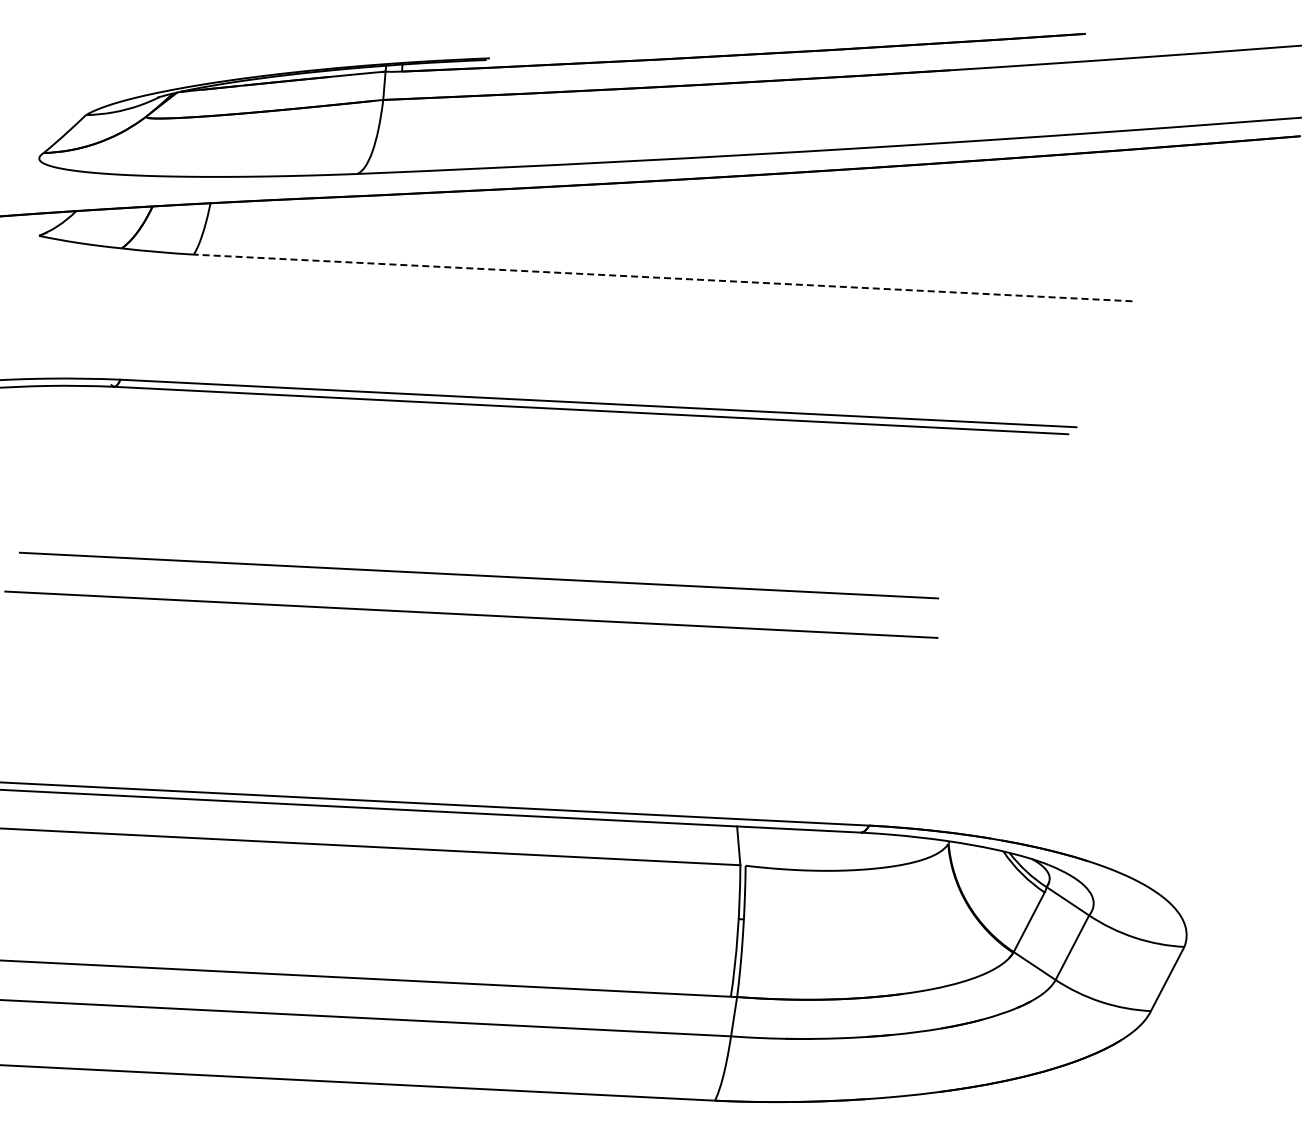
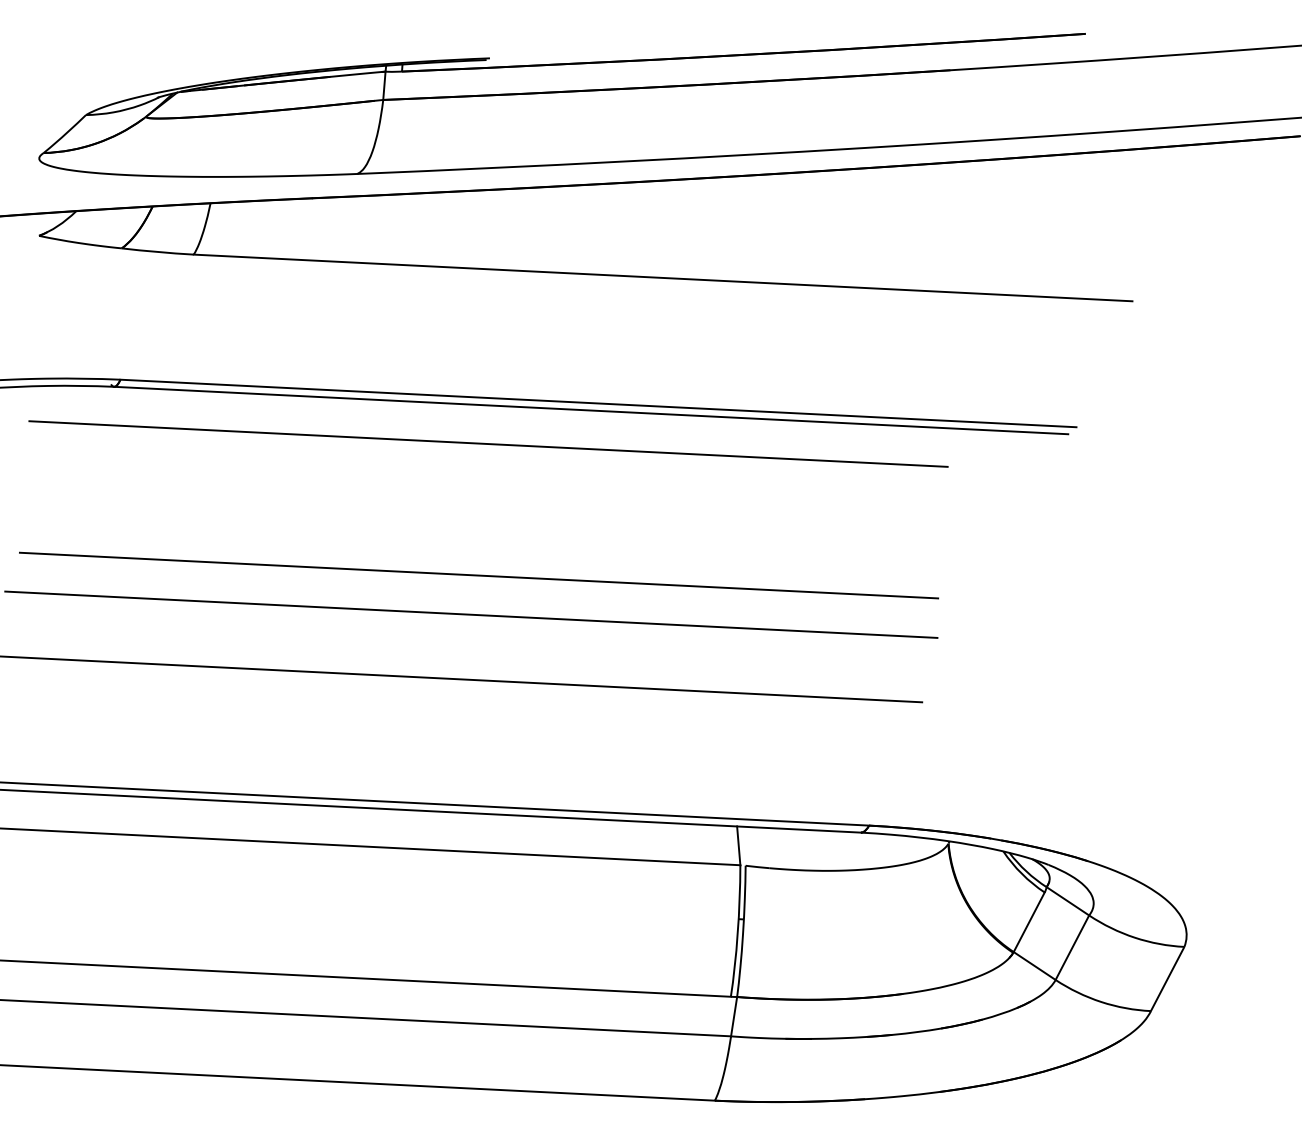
line at (663, 277): dashed -> solid
line at (488, 443): none -> present
line at (462, 679): none -> present
